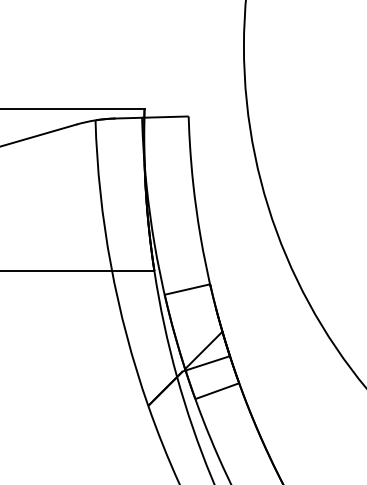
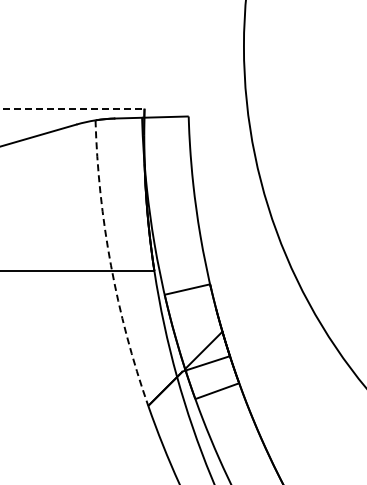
line at (72, 108): solid -> dashed
arc at (110, 265): solid -> dashed
